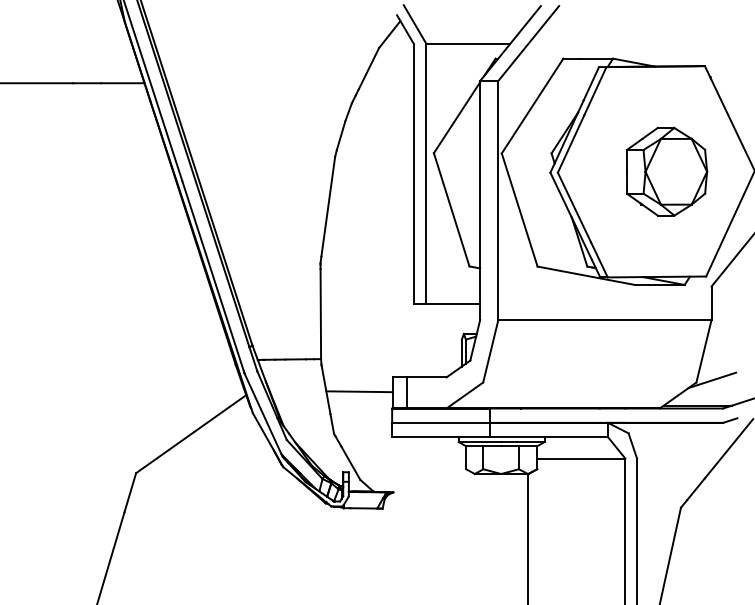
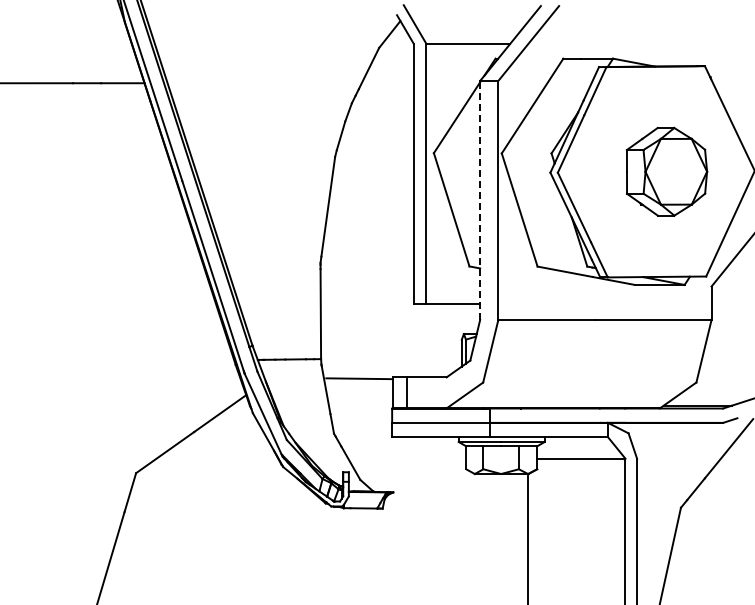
line at (480, 200): solid -> dashed
line at (712, 380): present -> none
line at (359, 391) position: (359, 391) -> (359, 378)
